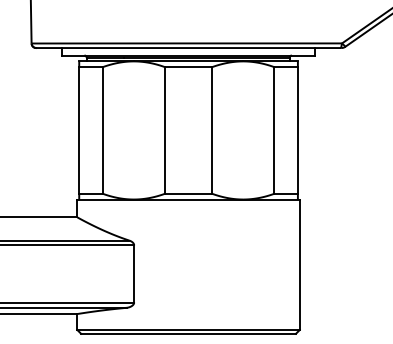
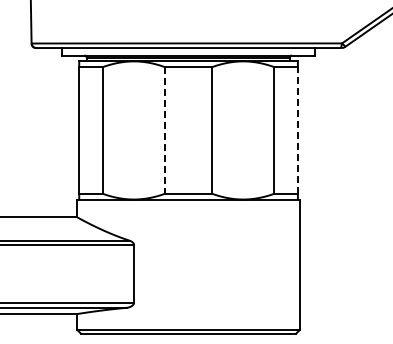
line at (297, 129): solid -> dashed
line at (165, 130): solid -> dashed
